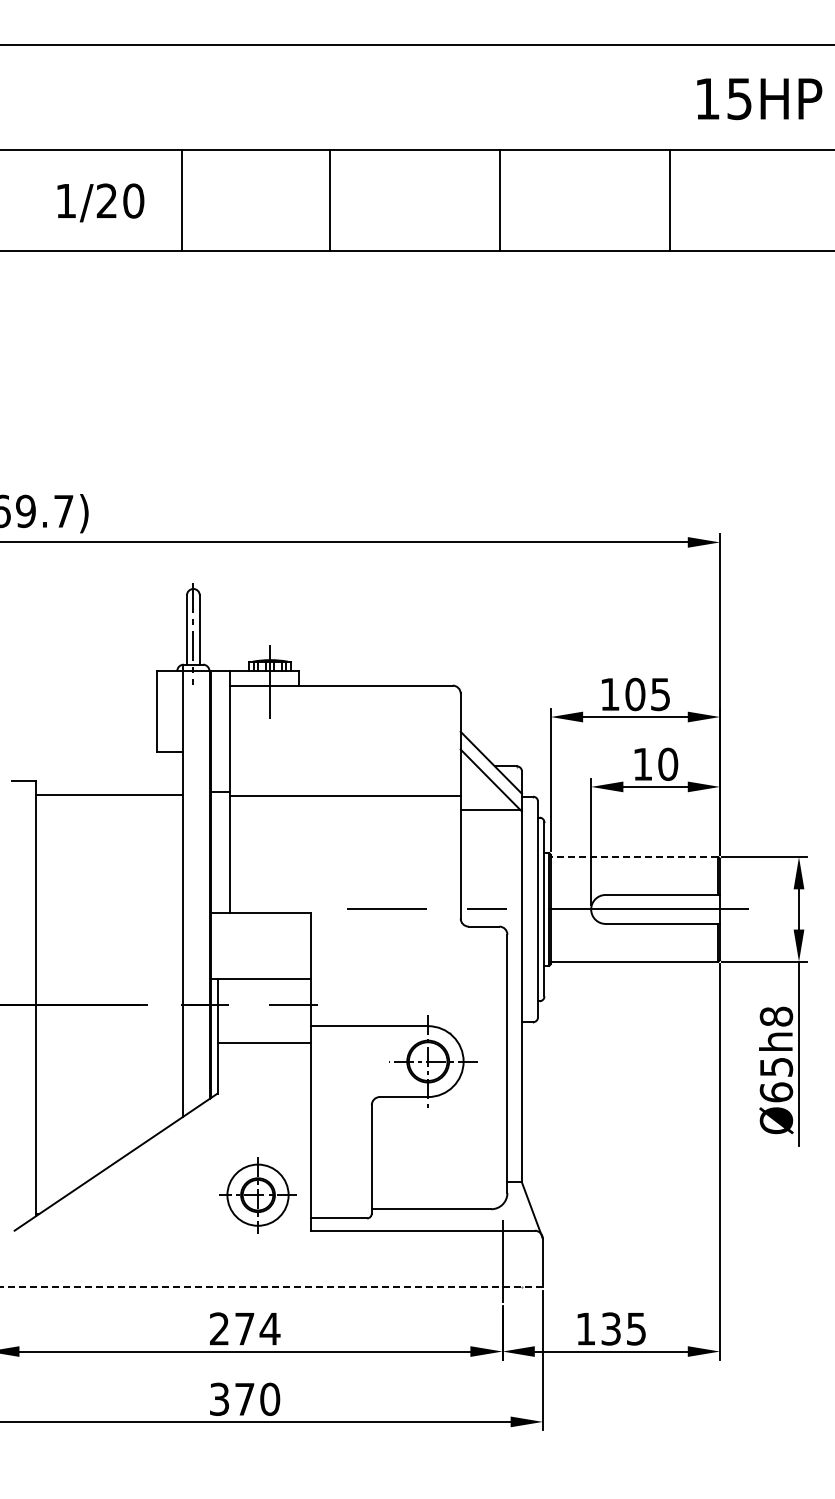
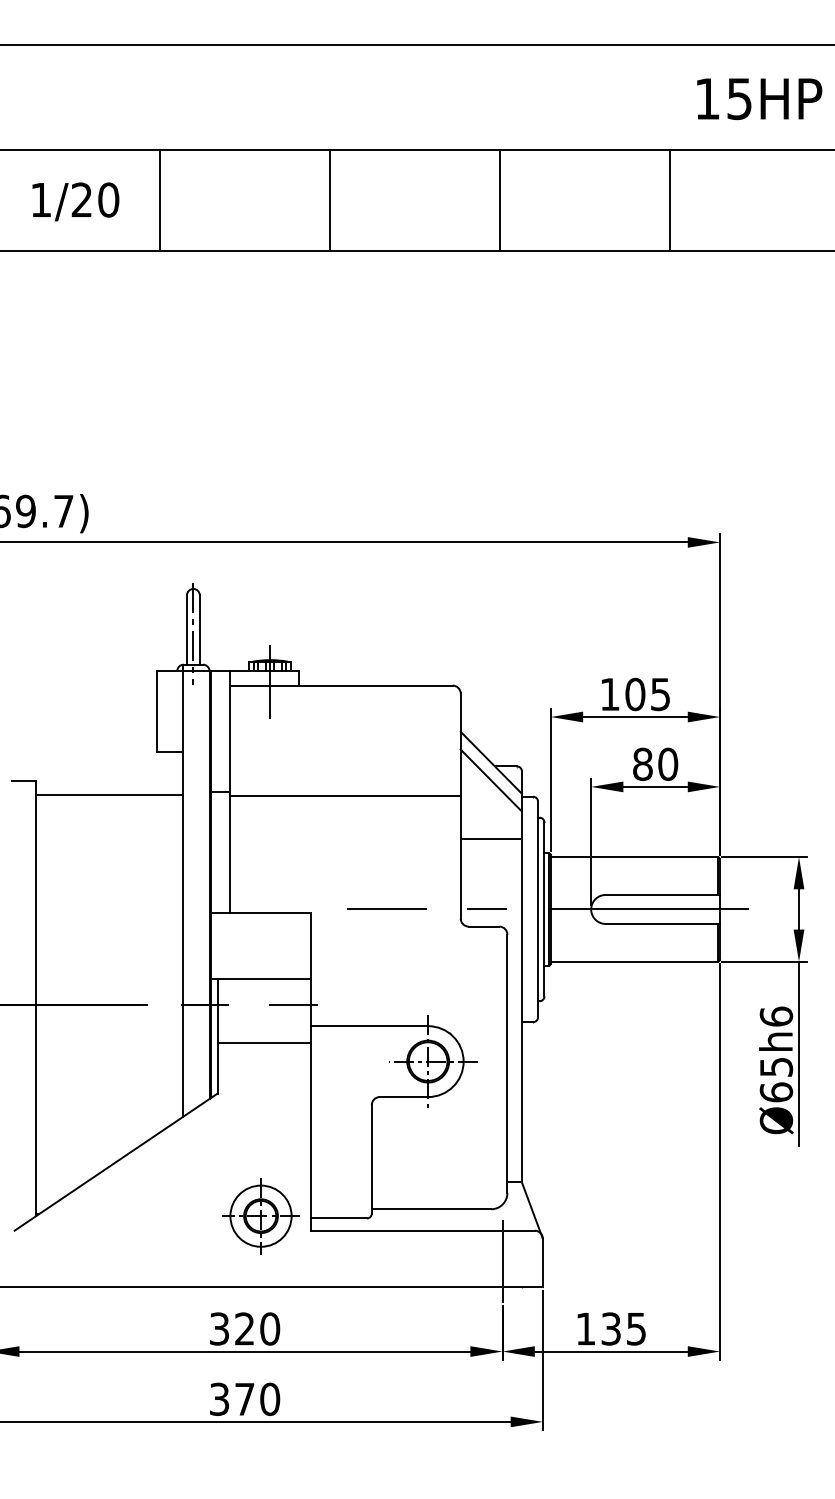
line at (181, 199) position: (181, 199) -> (159, 199)
text at (100, 202) position: (100, 202) -> (75, 201)
text at (642, 763): 10 -> 80
line at (490, 809) position: (490, 809) -> (490, 838)
line at (634, 857): dashed -> solid
text at (775, 1016): Ø65h8 -> Ø65h6
part at (257, 1195) position: (257, 1195) -> (260, 1216)
line at (271, 1287): dashed -> solid
text at (245, 1328): 274 -> 320
